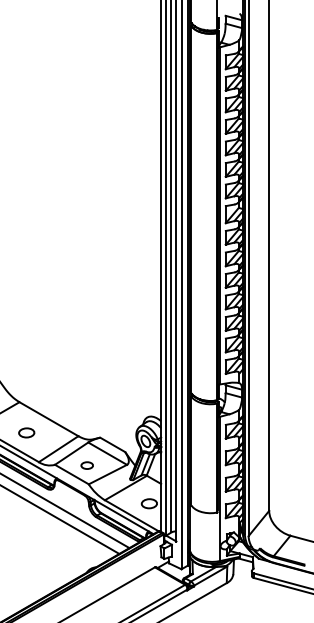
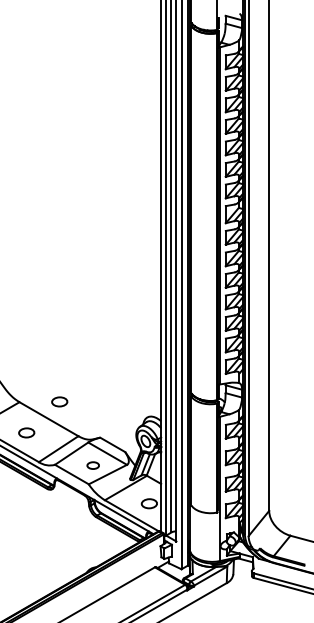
part at (59, 401): none -> present
part at (86, 465) position: (86, 465) -> (92, 465)
line at (65, 511): present -> none
line at (60, 519): present -> none
